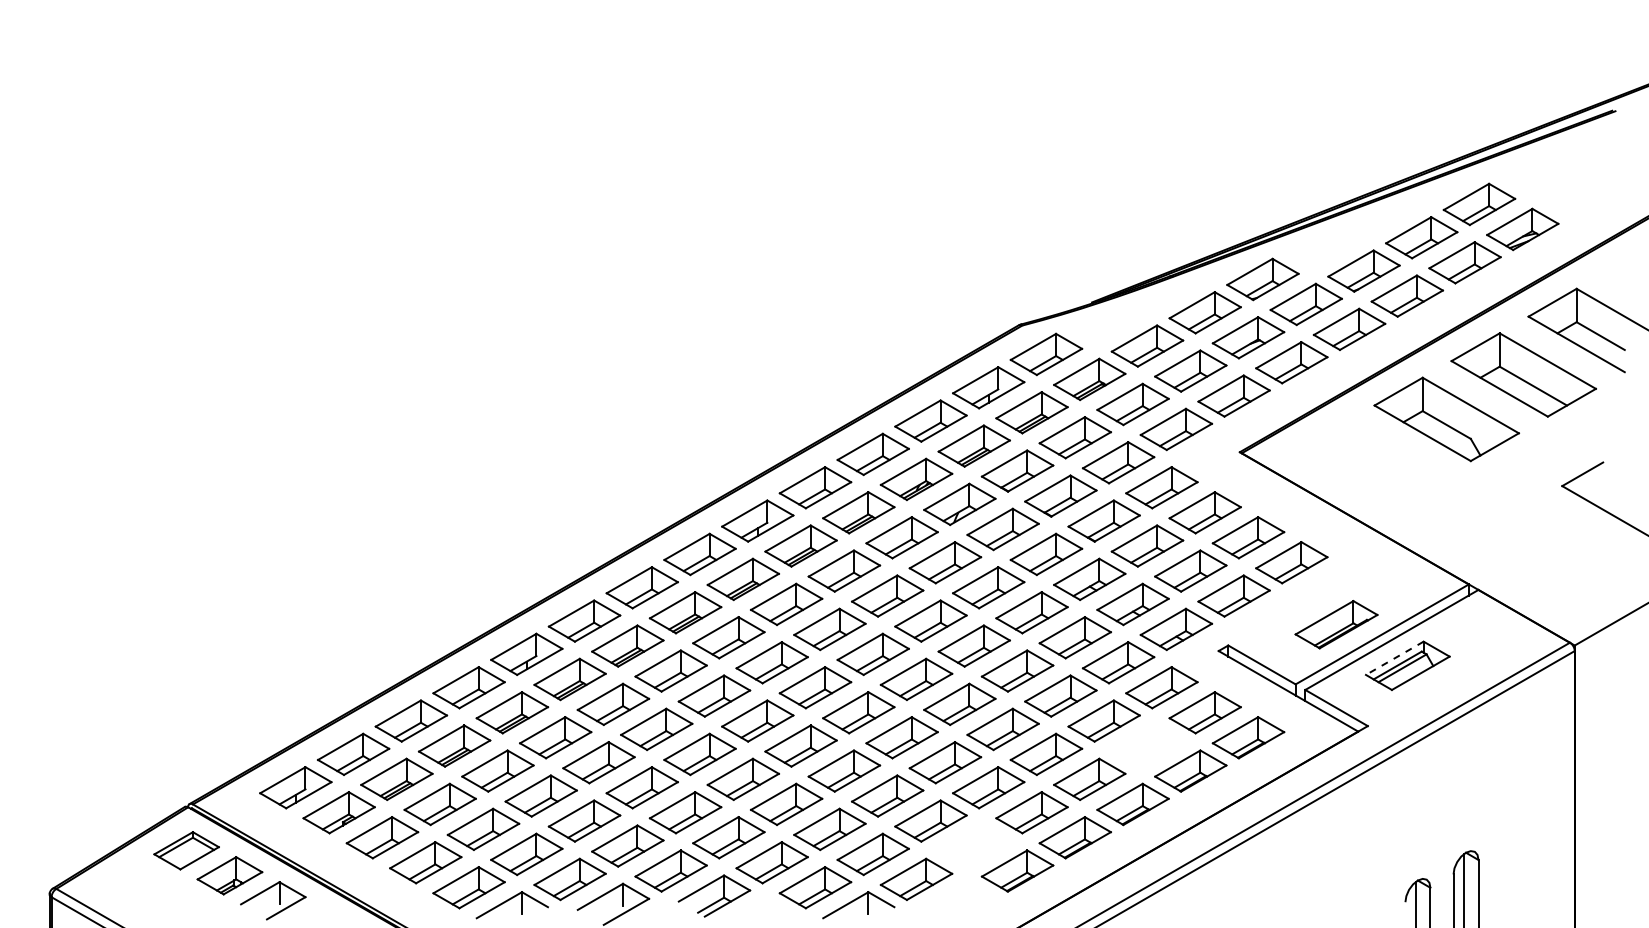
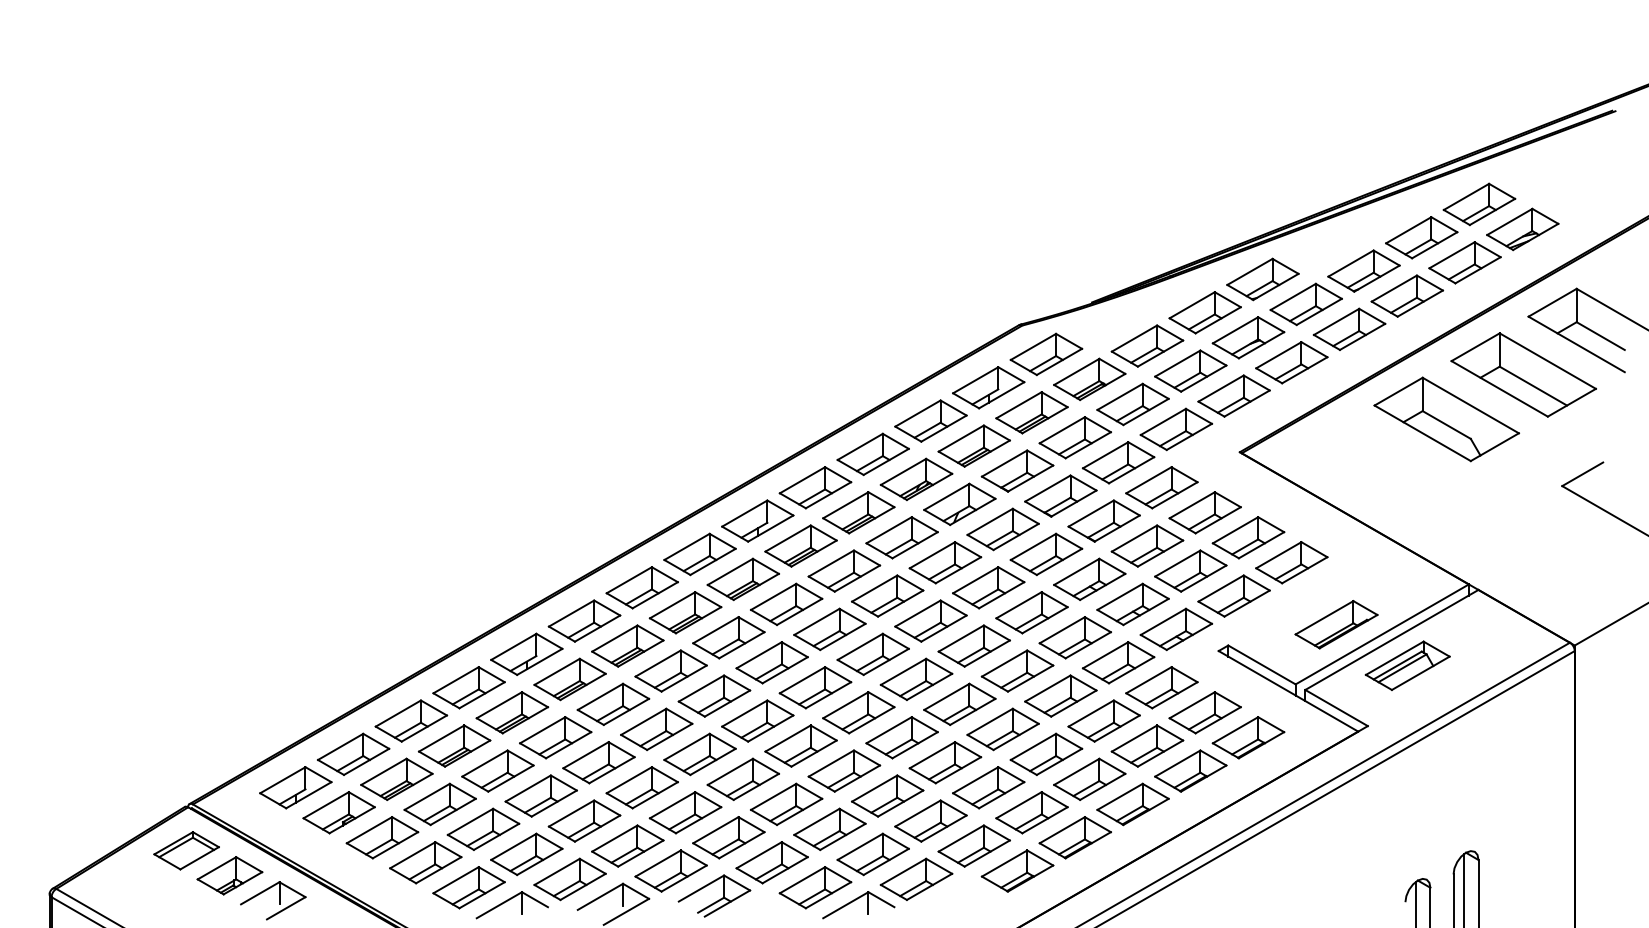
line at (1394, 658): dashed -> solid
part at (1147, 745): none -> present
part at (973, 845): none -> present
